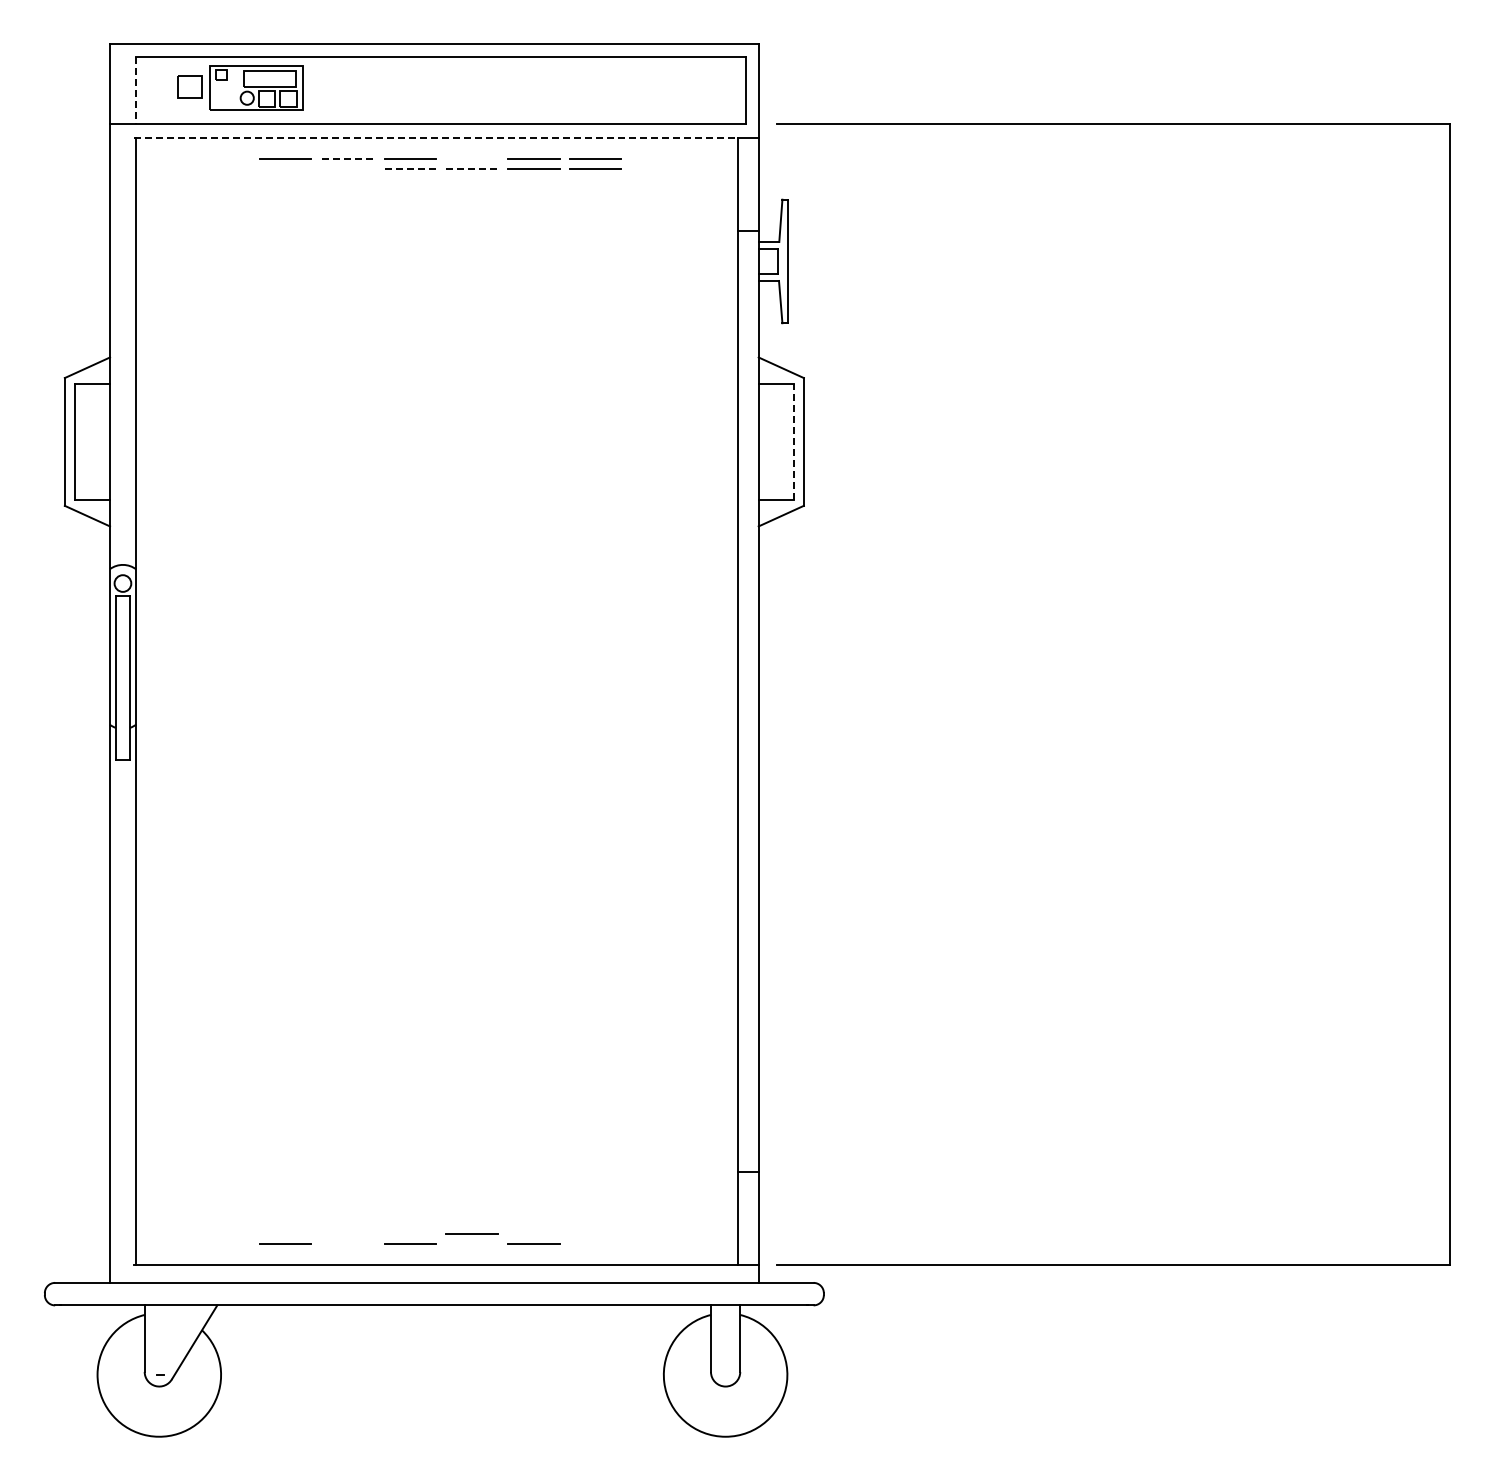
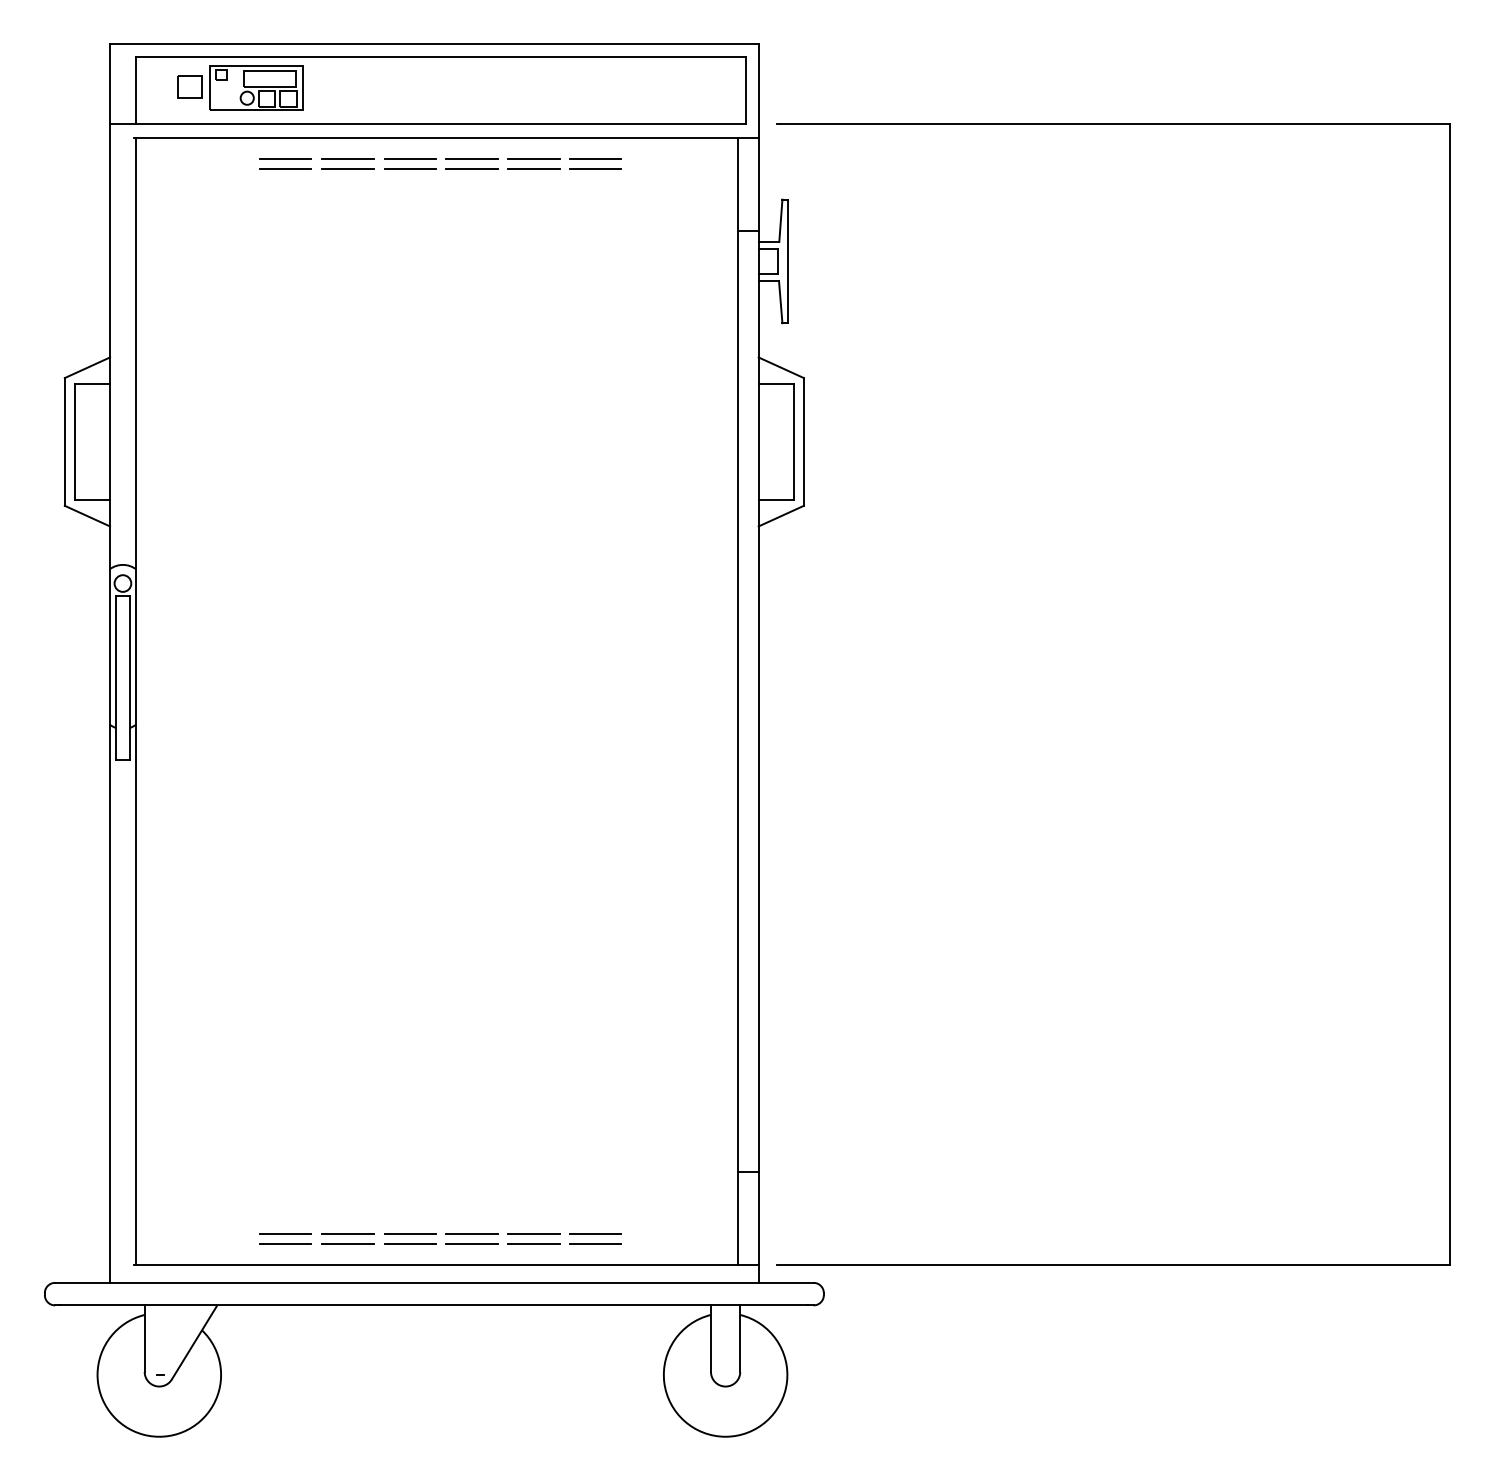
line at (136, 90): dashed -> solid
line at (436, 138): dashed -> solid
line at (471, 158): none -> present
line at (348, 159): dashed -> solid
line at (285, 168): none -> present
line at (347, 169): none -> present
line at (410, 169): dashed -> solid
line at (472, 169): dashed -> solid
line at (793, 441): dashed -> solid
line at (285, 1233): none -> present
line at (347, 1233): none -> present
line at (410, 1233): none -> present
line at (533, 1233): none -> present
line at (595, 1233): none -> present
line at (347, 1244): none -> present
line at (471, 1244): none -> present
line at (595, 1244): none -> present
